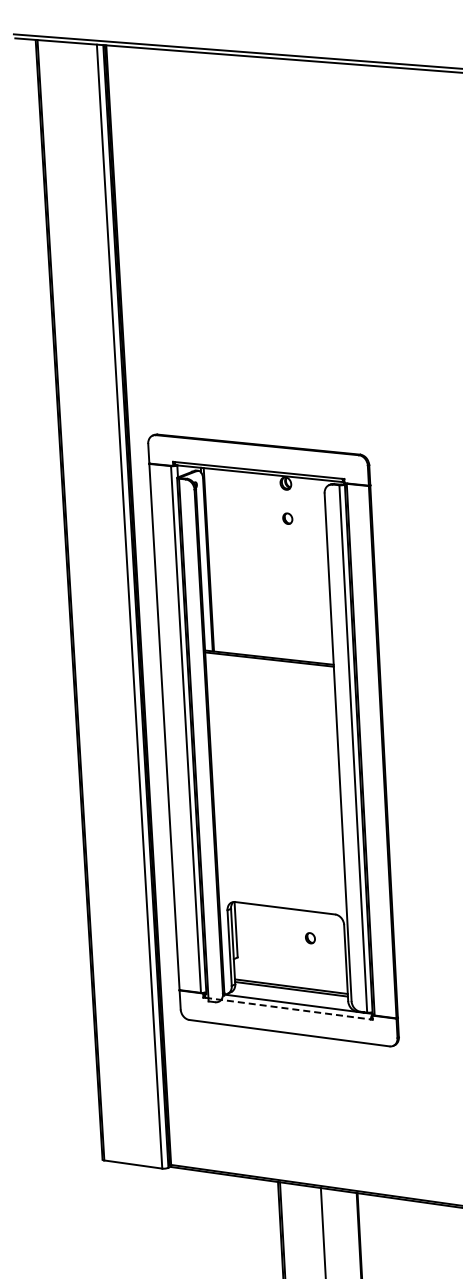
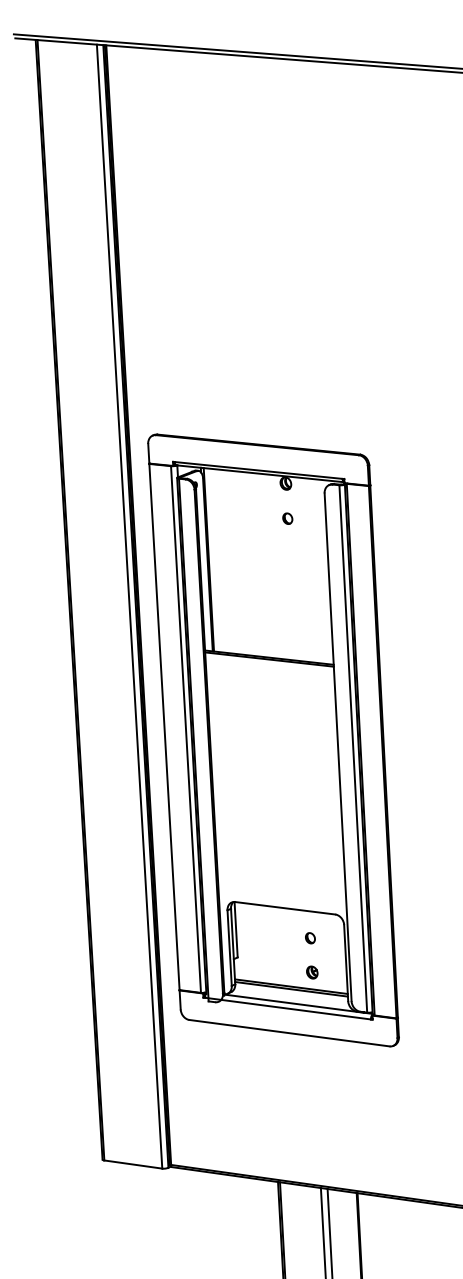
part at (312, 972): none -> present
line at (288, 1008): dashed -> solid
line at (329, 1231): none -> present
